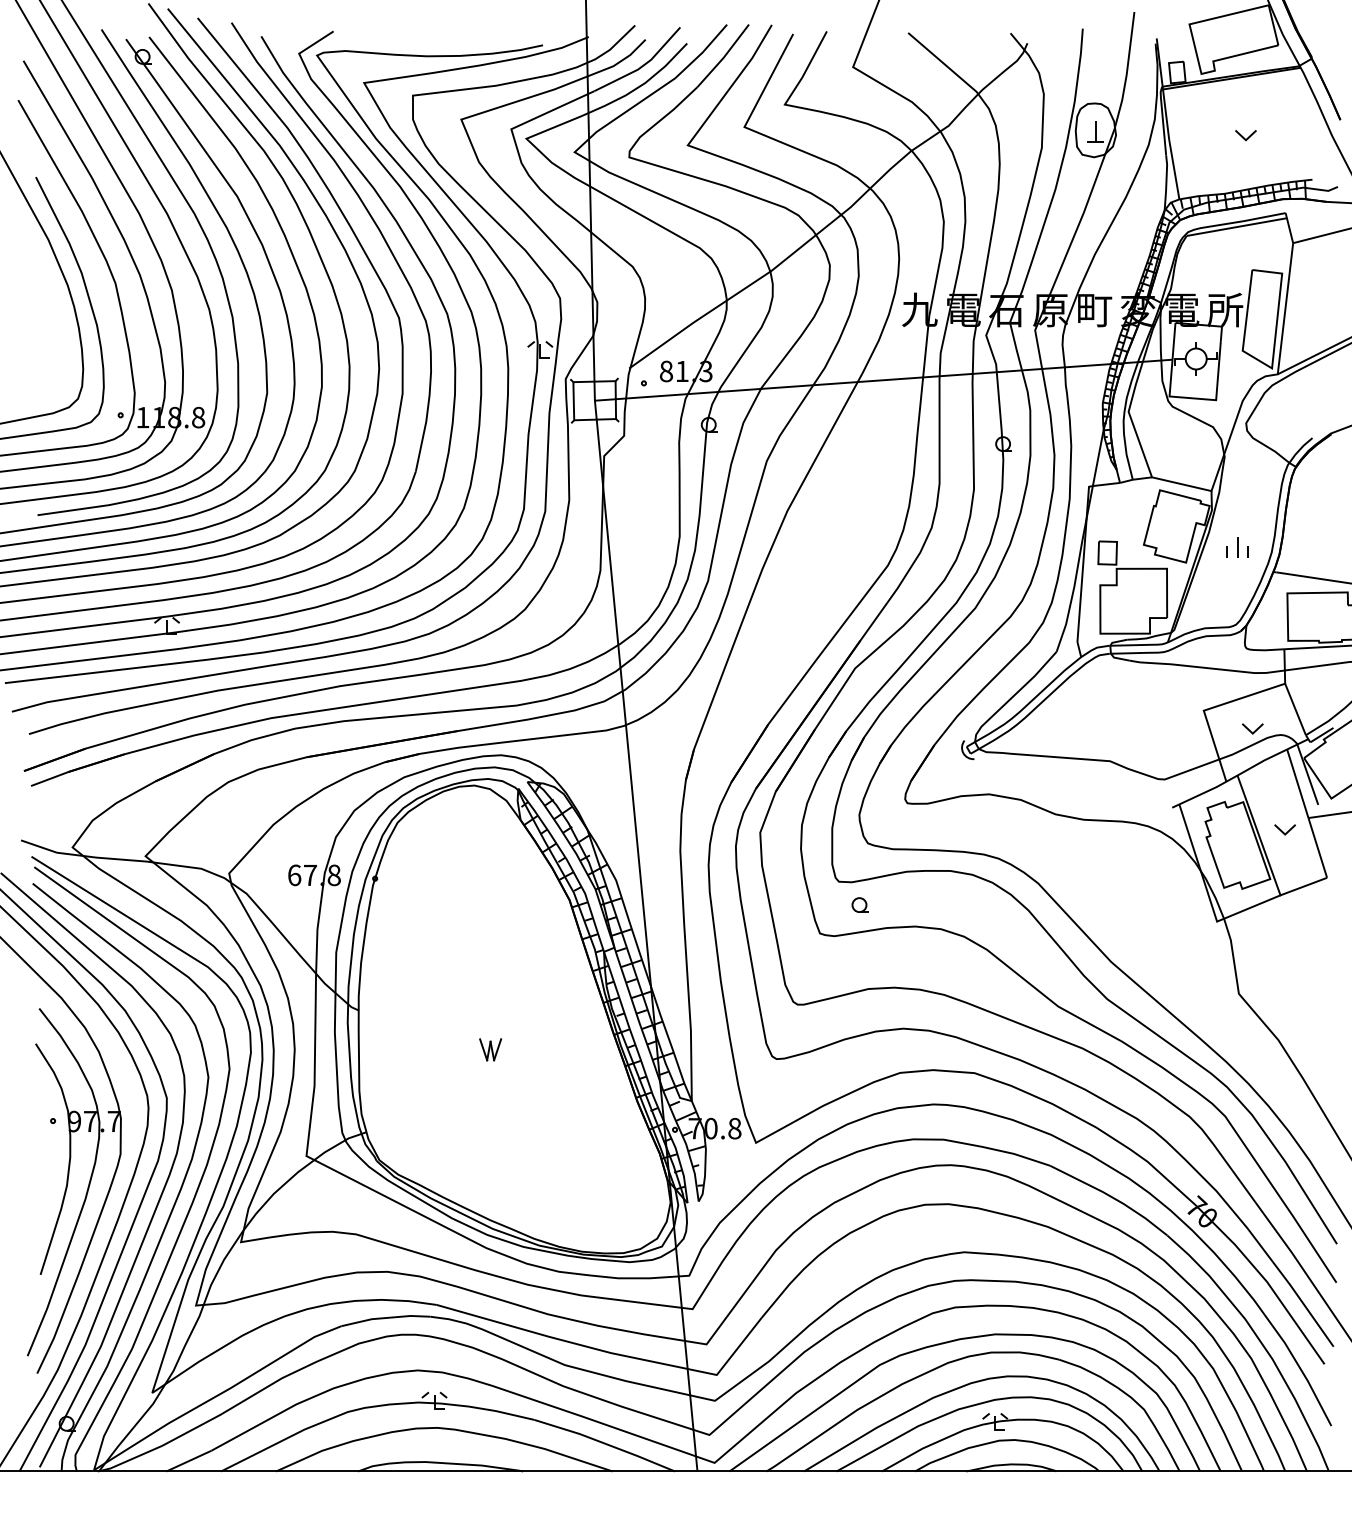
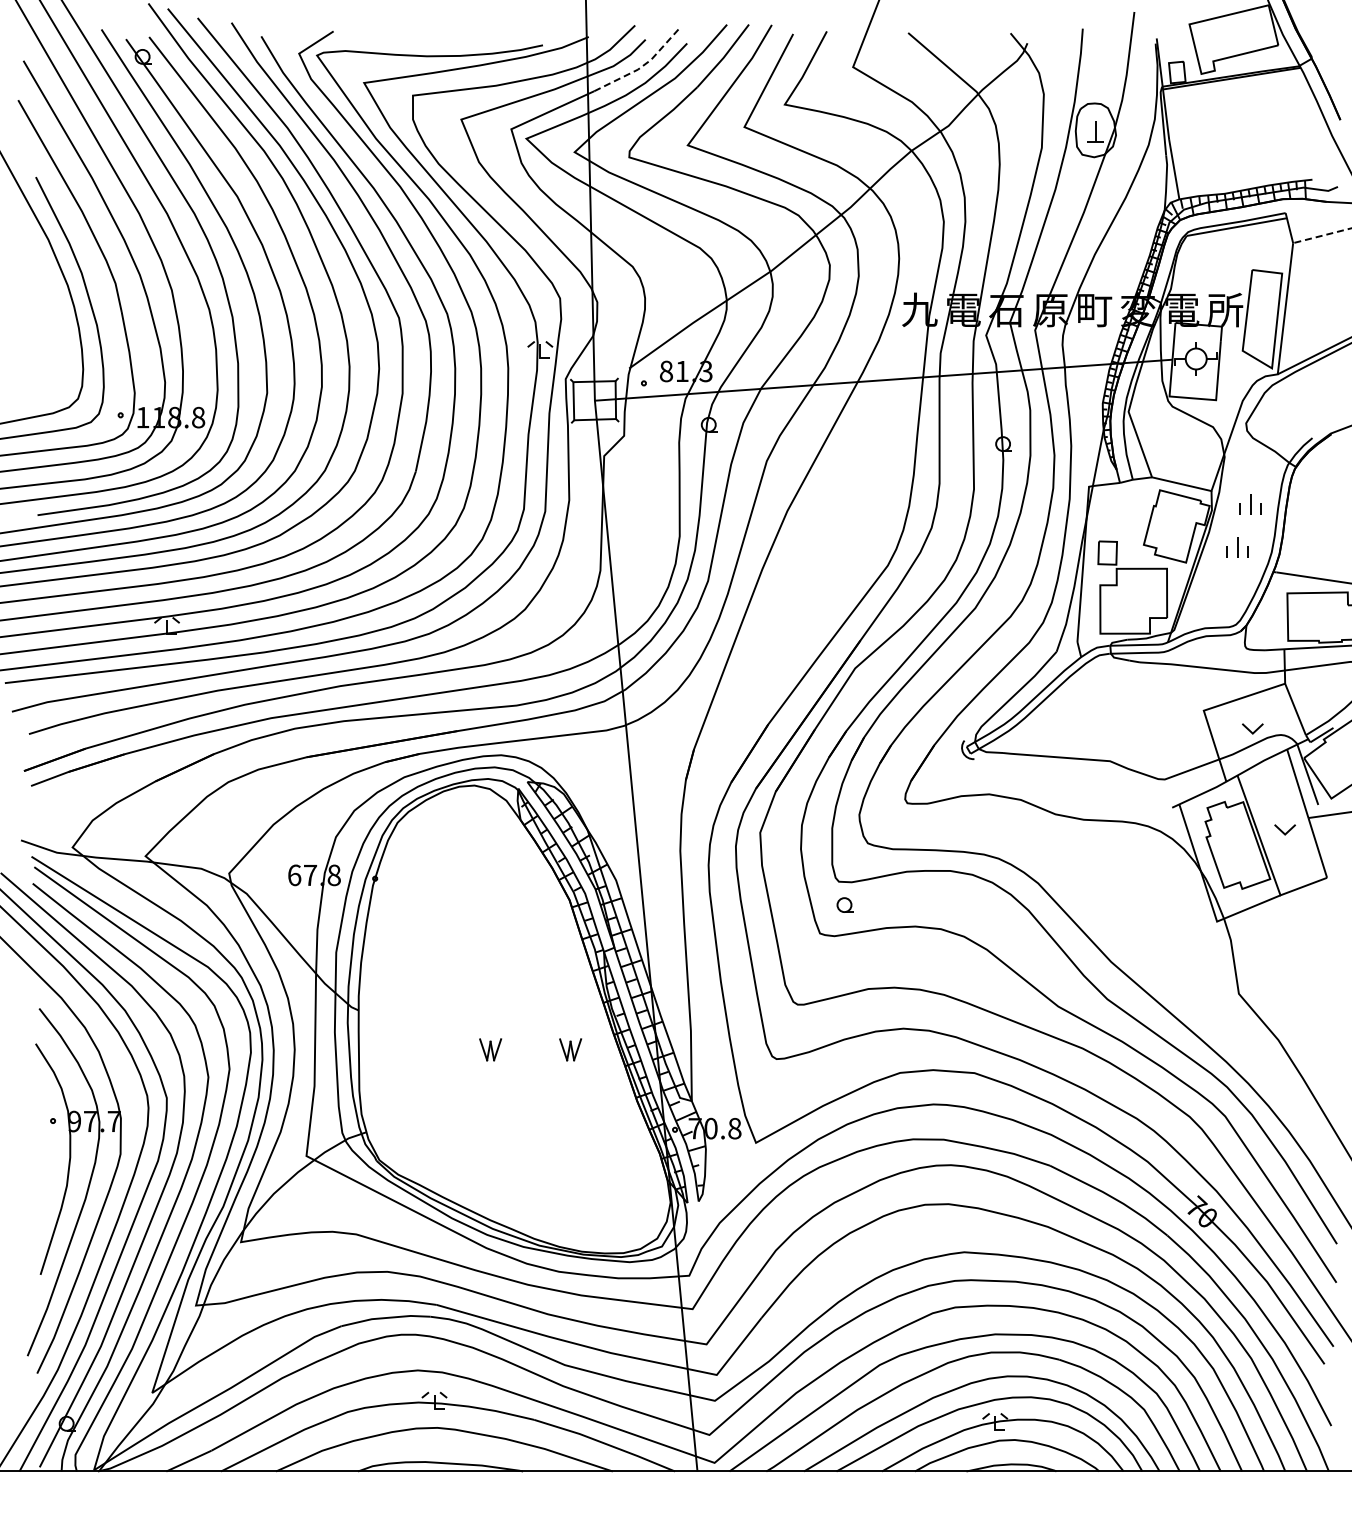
line at (642, 66): solid -> dashed
part at (1245, 135): present -> none
line at (1321, 235): solid -> dashed
part at (1250, 504): none -> present
part at (859, 904) position: (859, 904) -> (844, 904)
part at (570, 1049): none -> present
